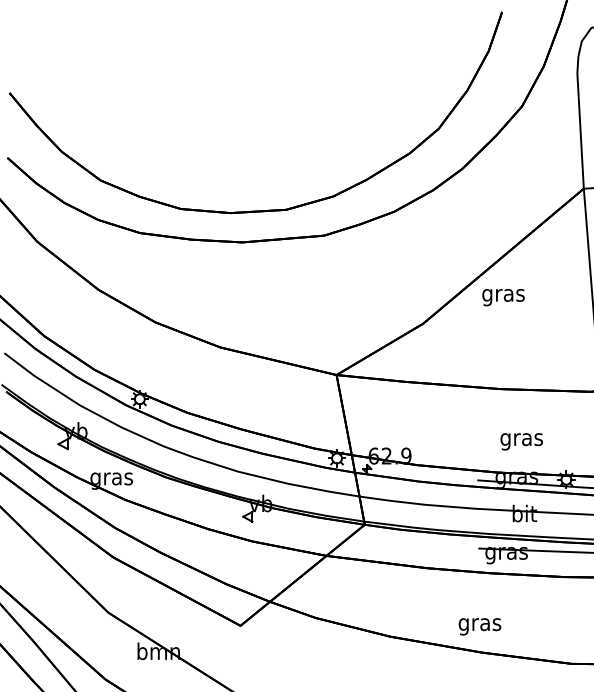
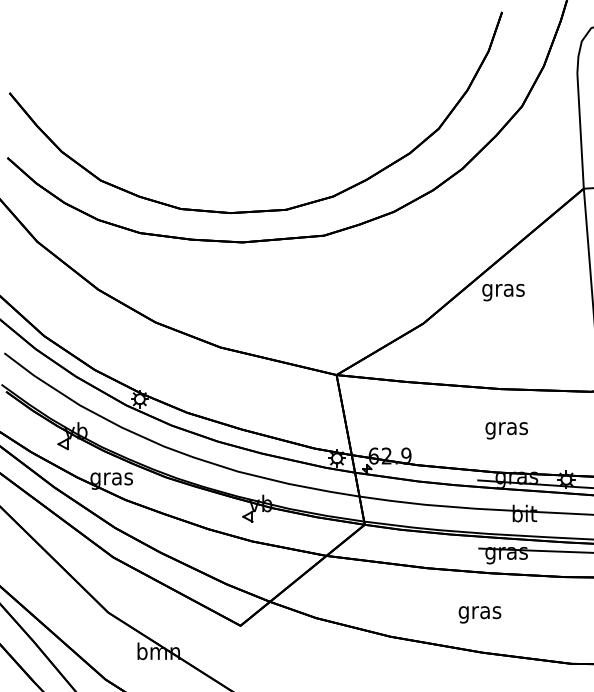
text at (503, 297) position: (503, 297) -> (503, 292)
text at (521, 441) position: (521, 441) -> (506, 430)
text at (479, 626) position: (479, 626) -> (479, 614)
